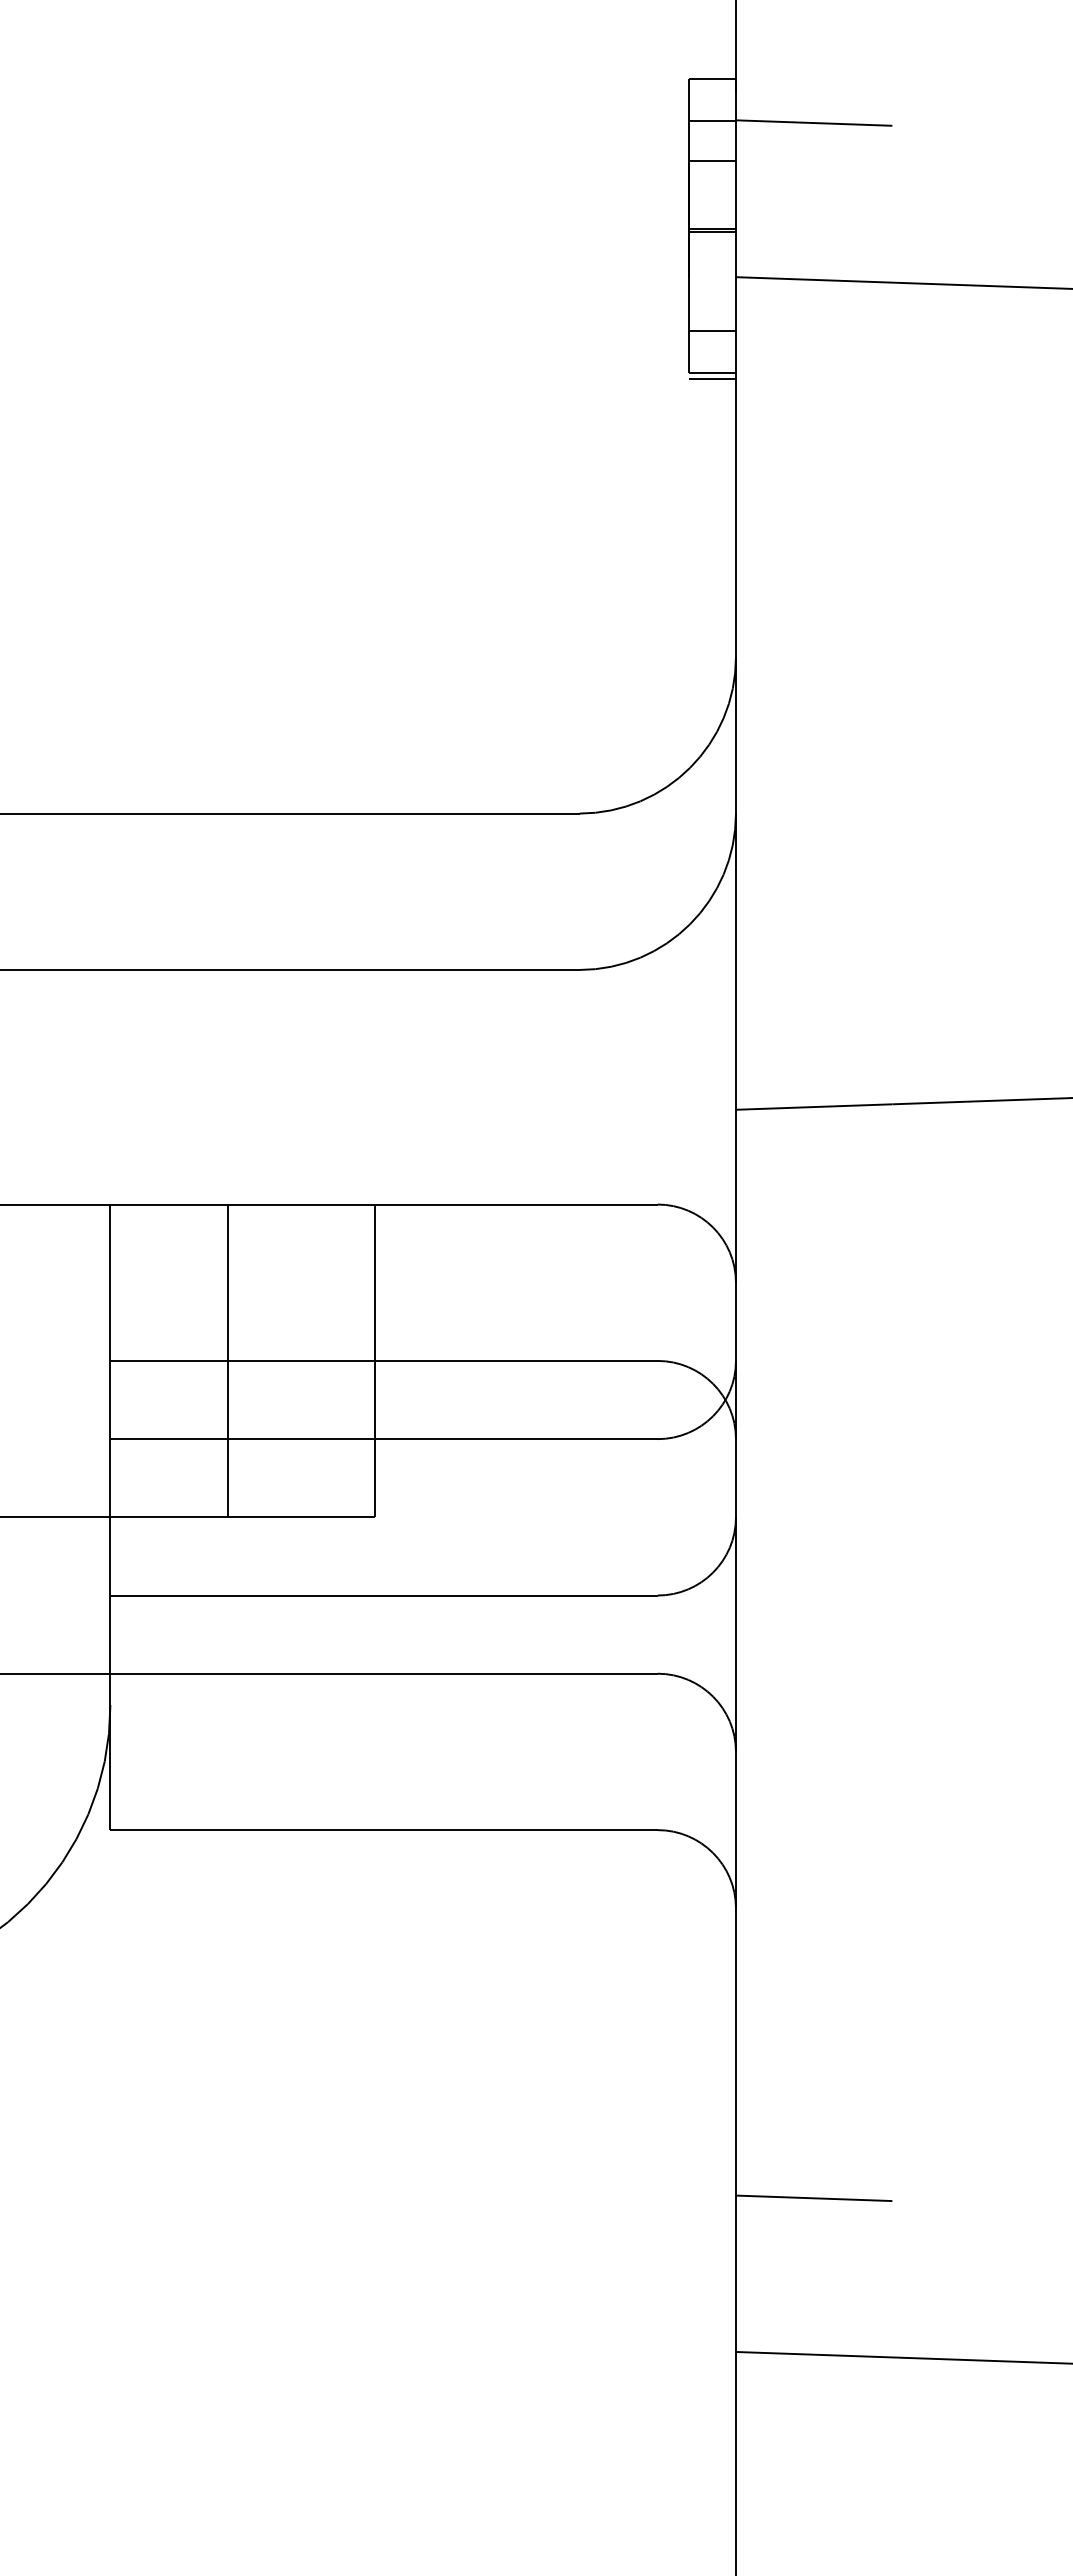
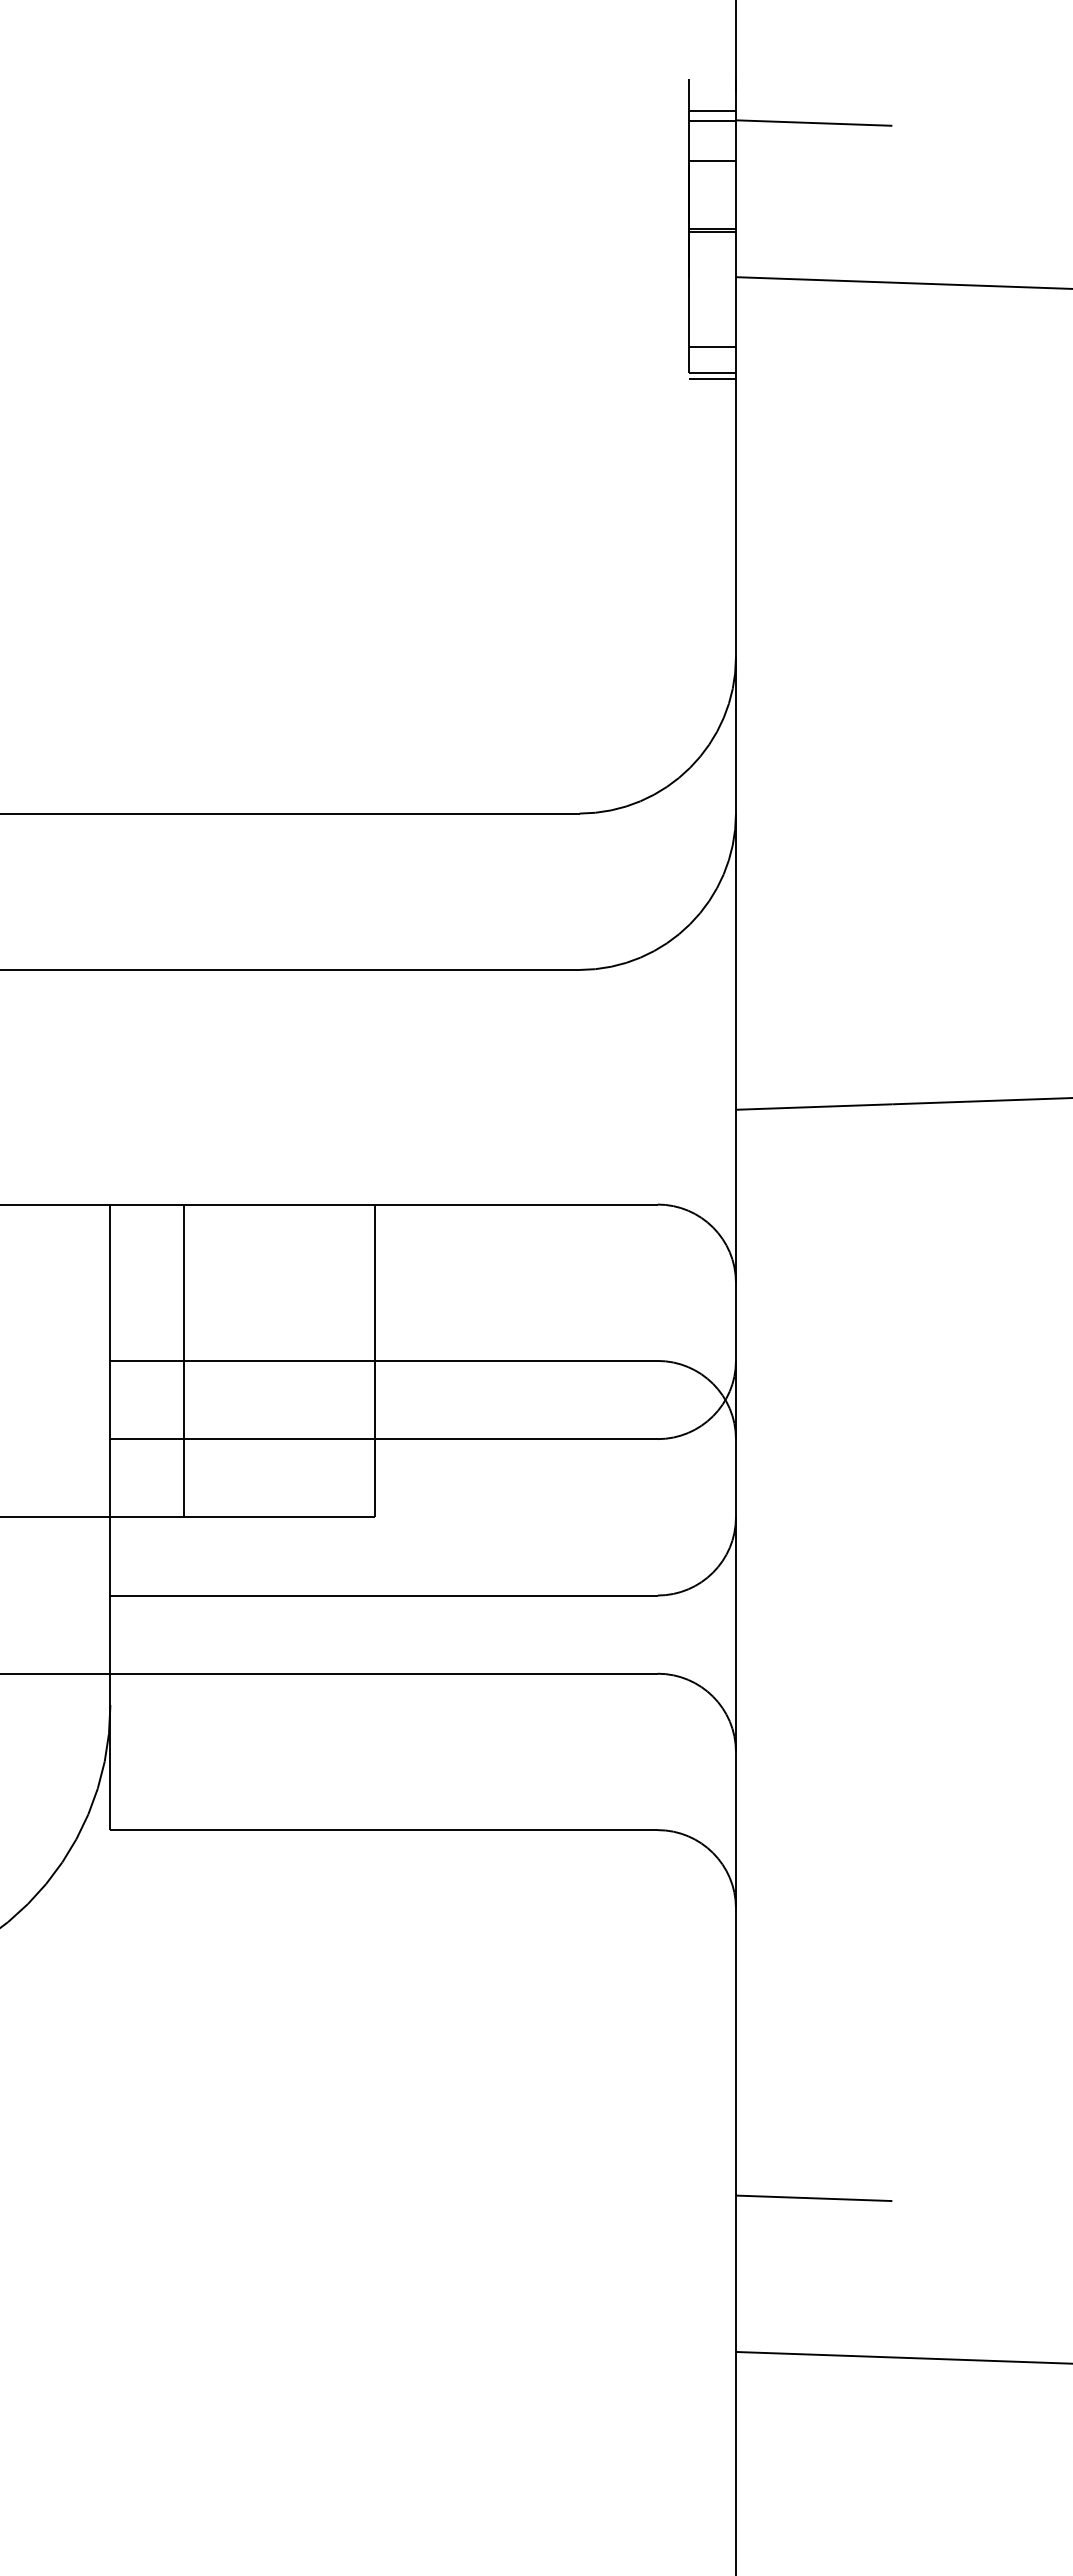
line at (712, 78) position: (712, 78) -> (712, 110)
line at (712, 331) position: (712, 331) -> (712, 347)
line at (227, 1360) position: (227, 1360) -> (183, 1360)
